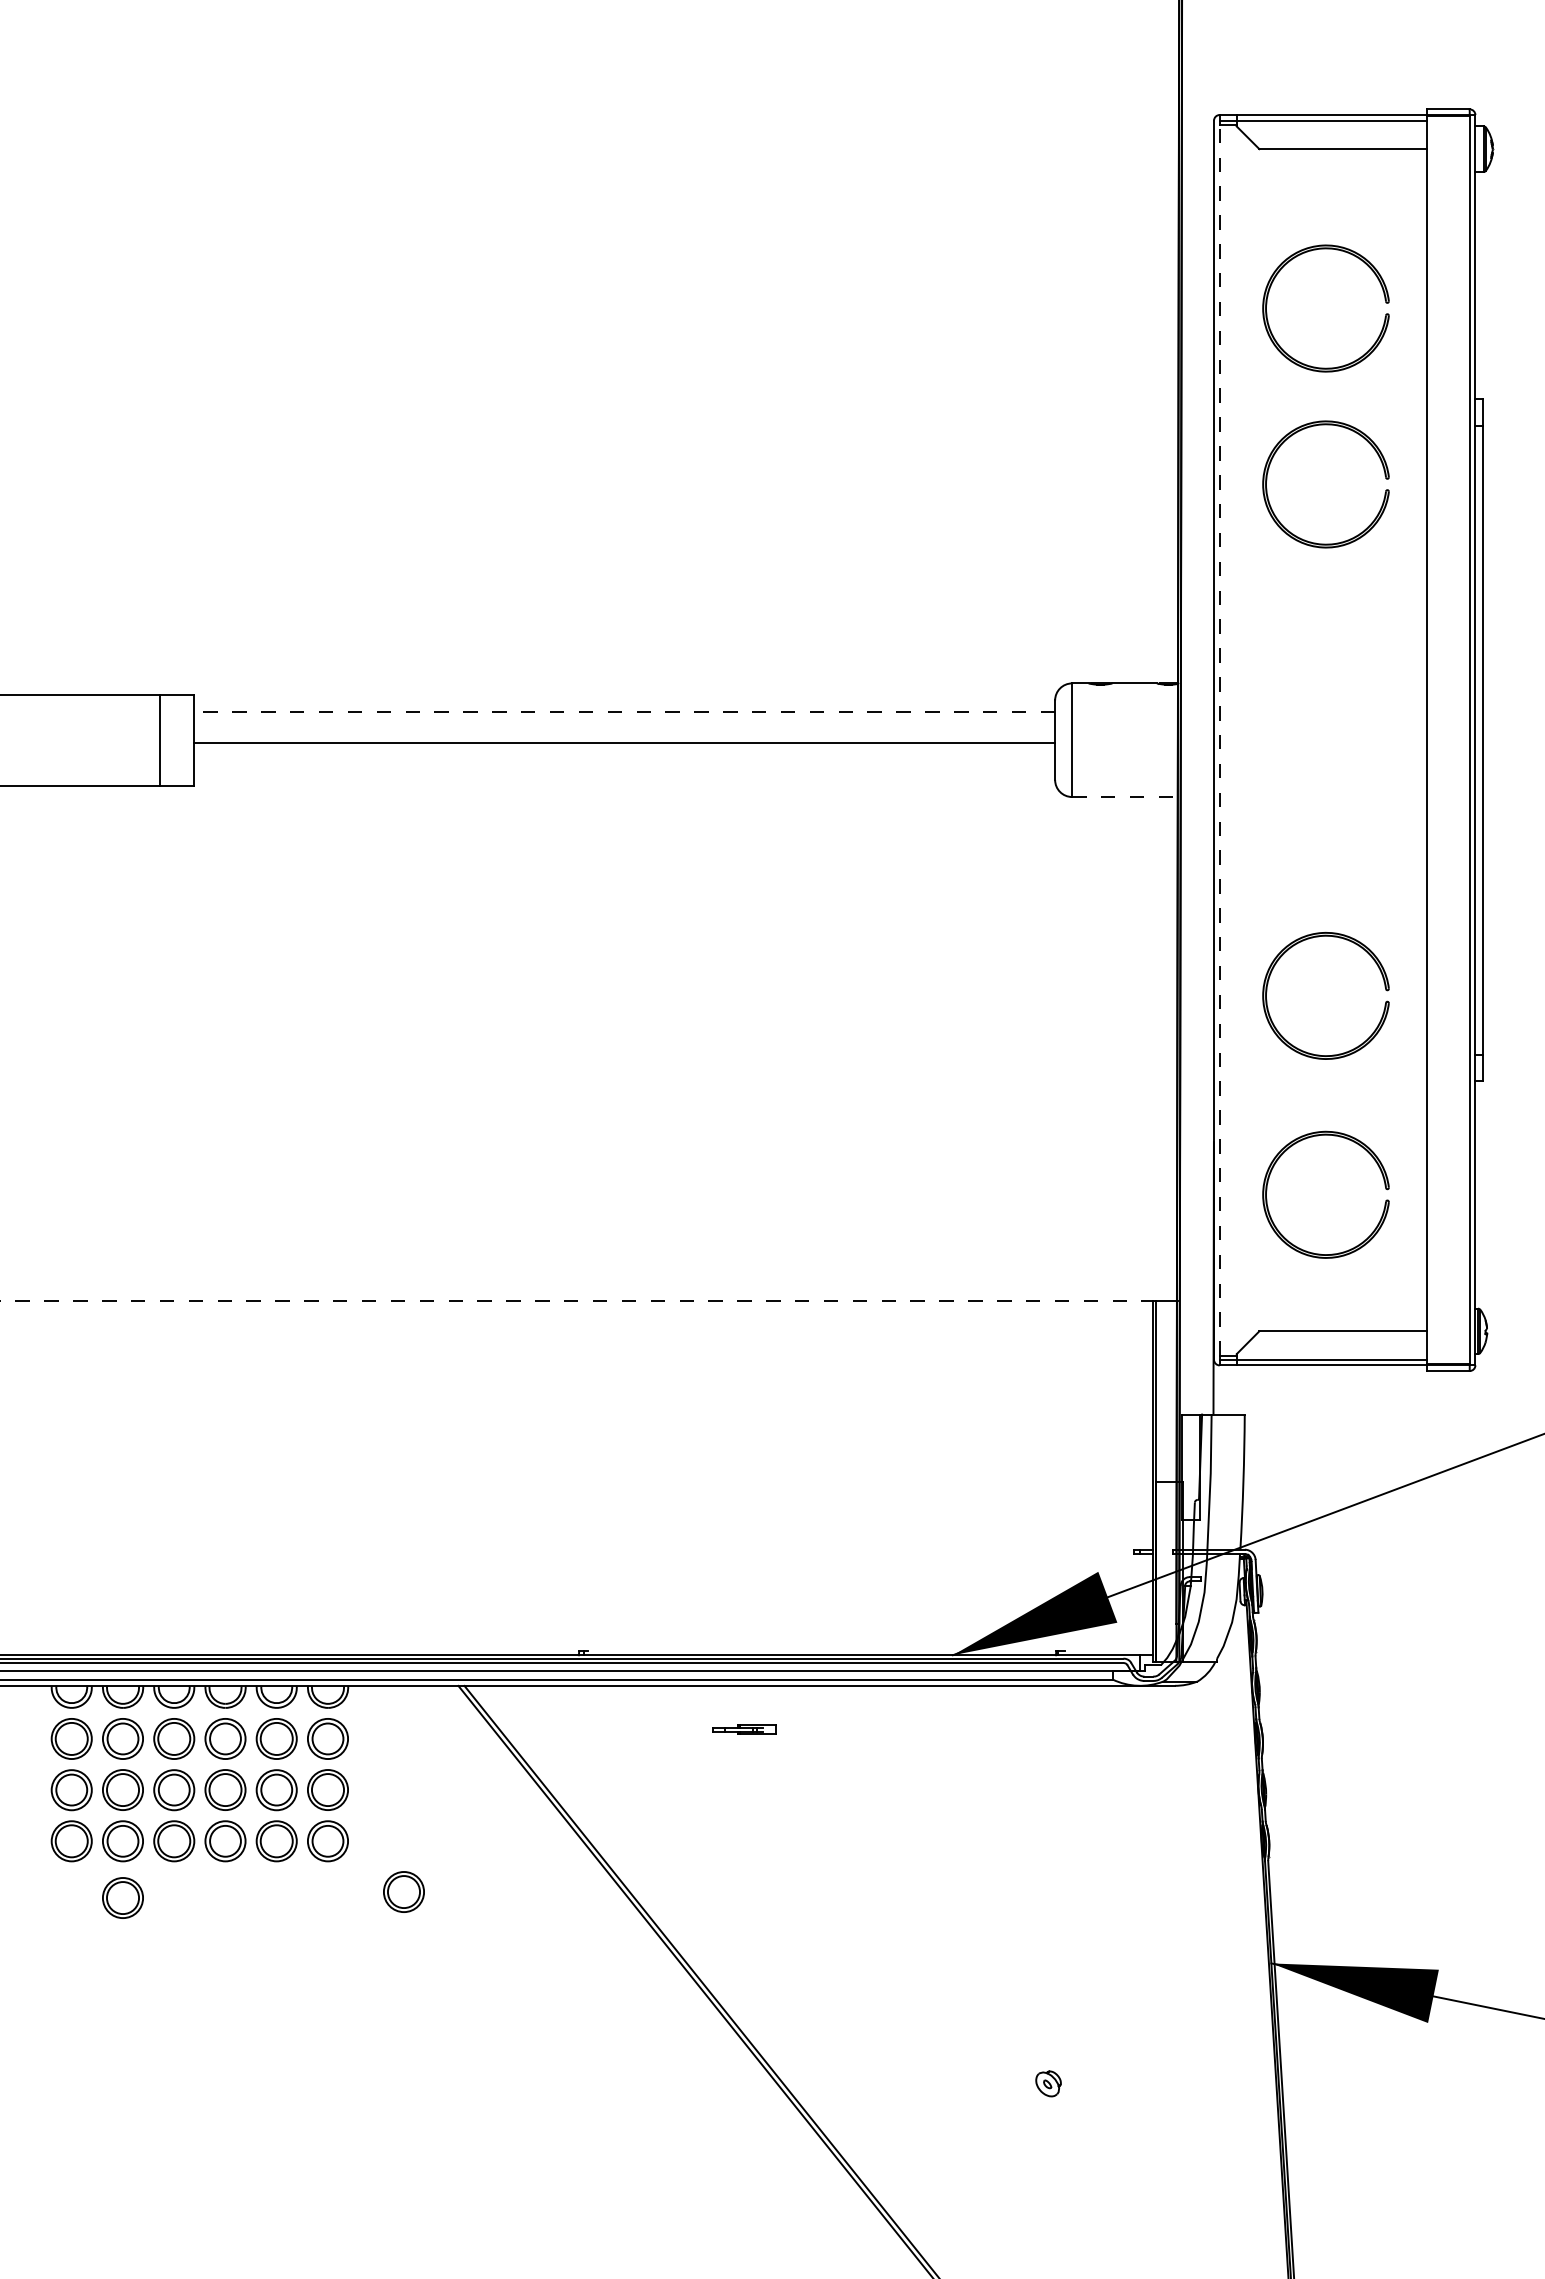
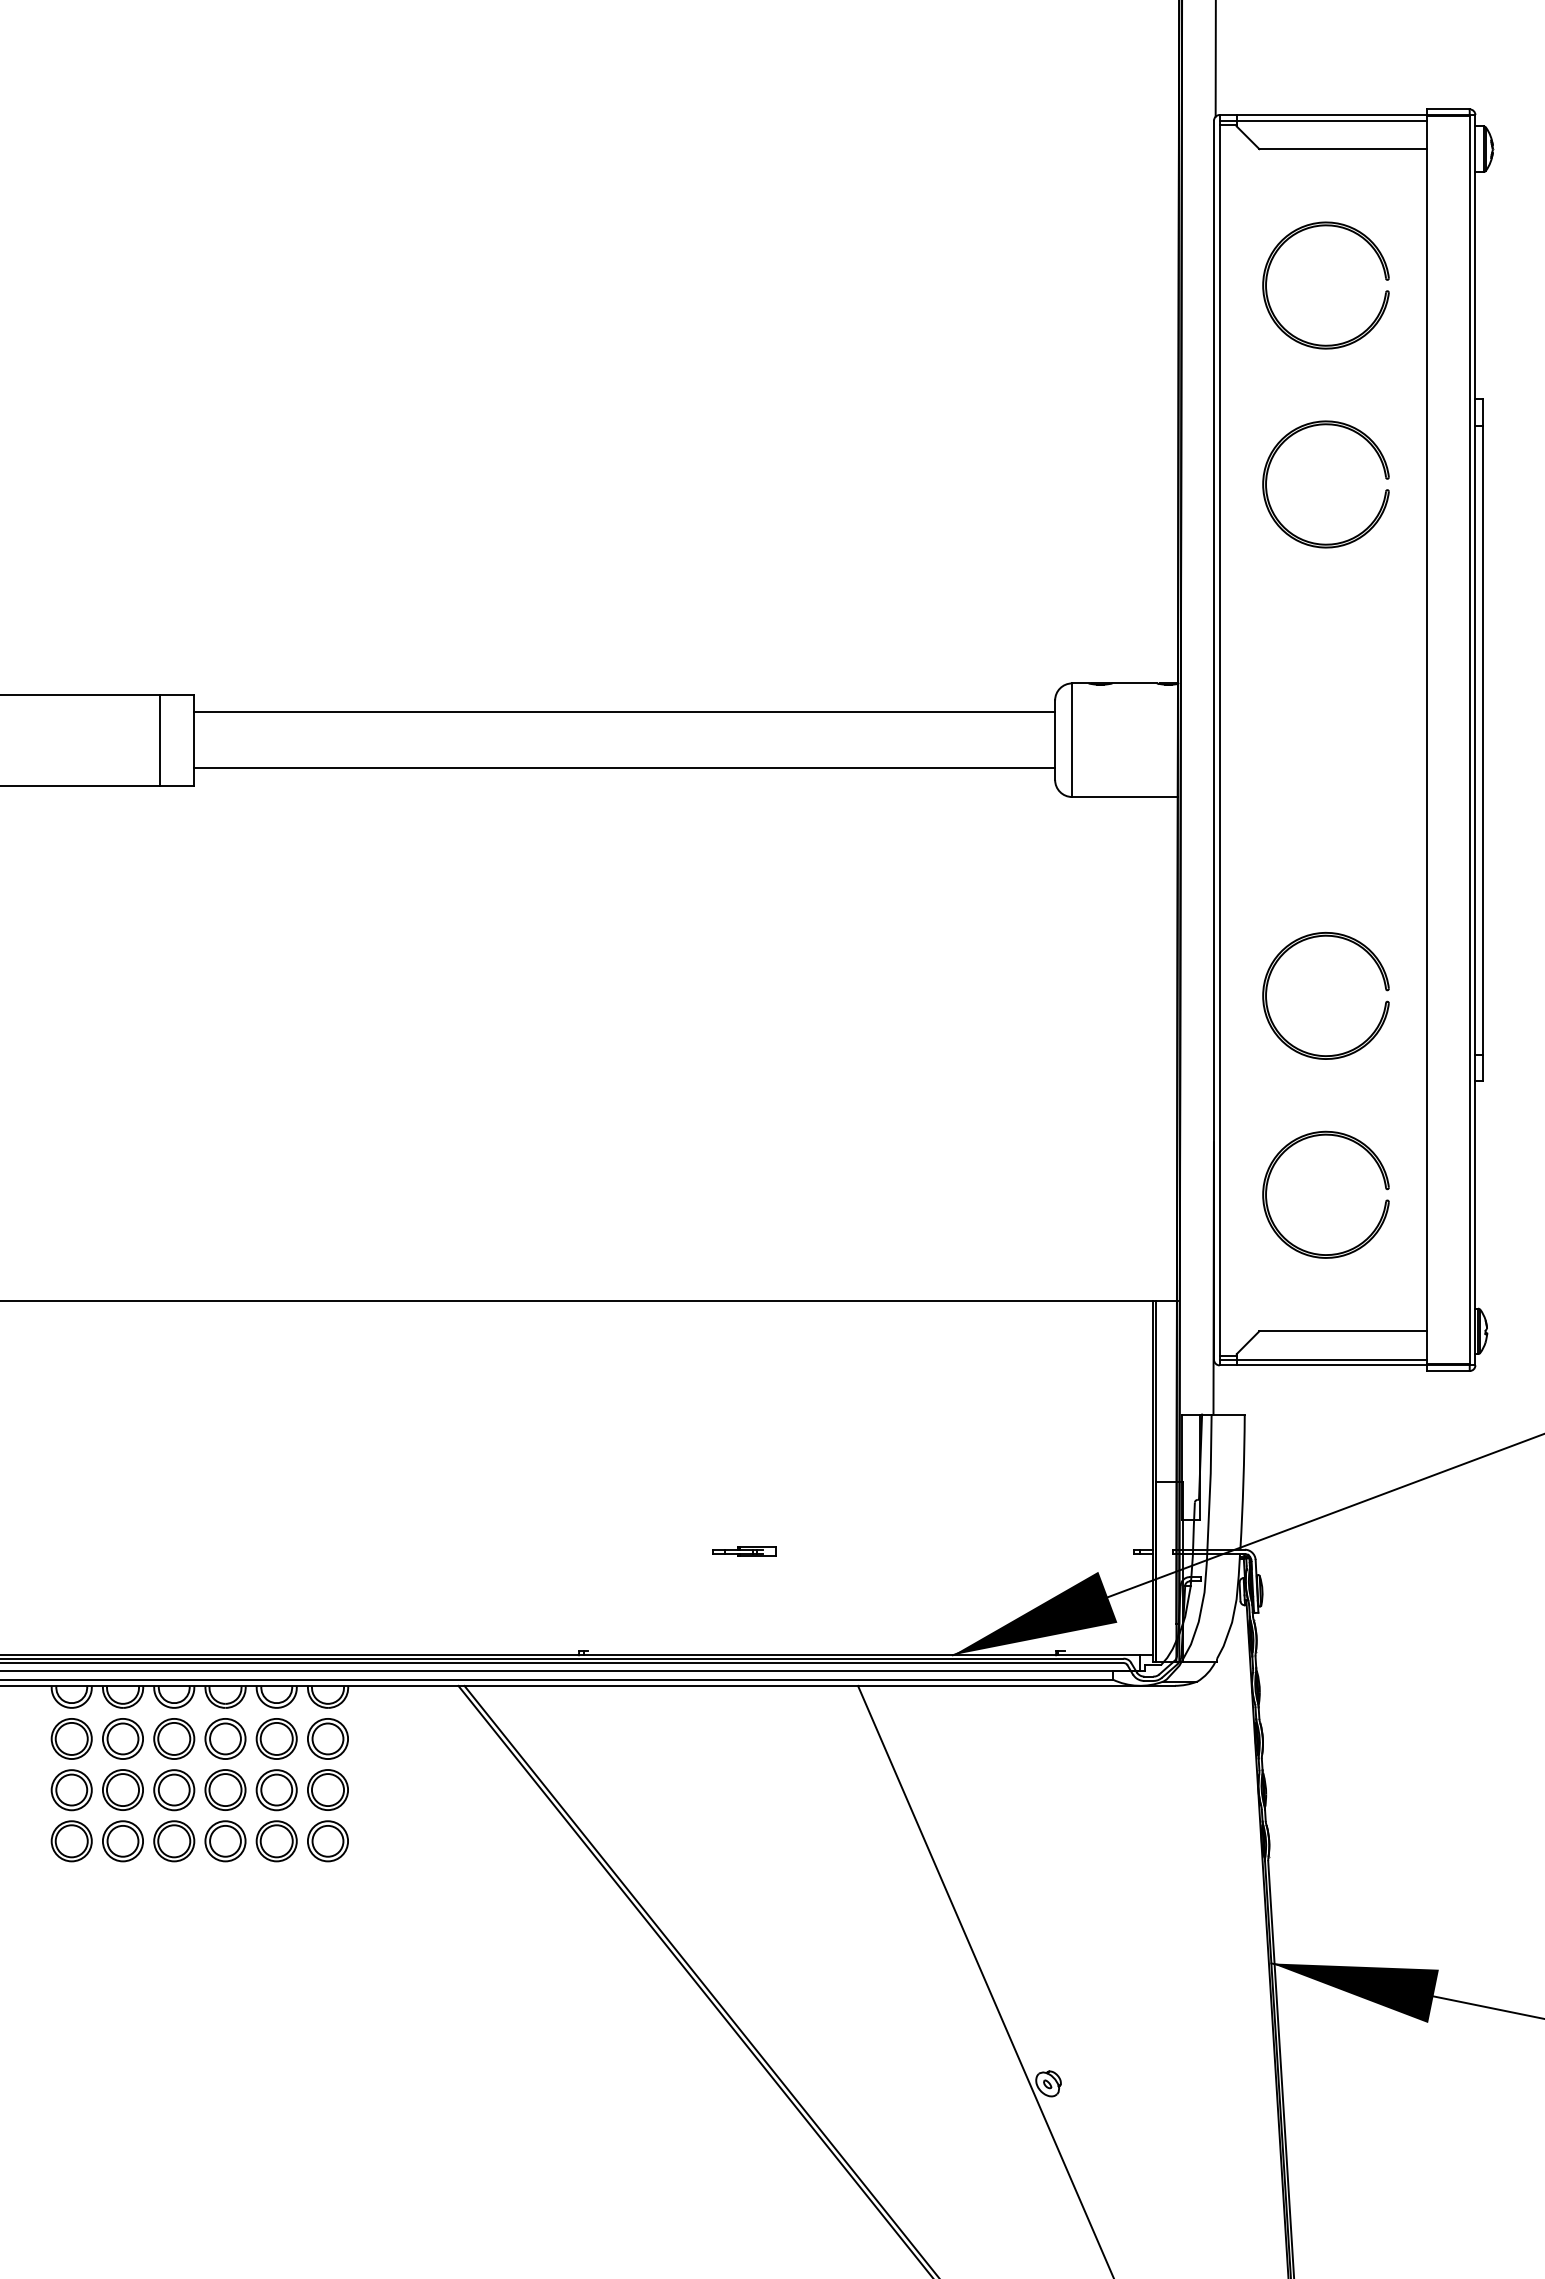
line at (1215, 59): none -> present
part at (1267, 304) position: (1267, 304) -> (1267, 281)
line at (624, 712): dashed -> solid
line at (1219, 739): dashed -> solid
line at (624, 743) position: (624, 743) -> (624, 768)
line at (1124, 797): dashed -> solid
line at (576, 1301): dashed -> solid
part at (744, 1729) position: (744, 1729) -> (744, 1551)
part at (403, 1891): present -> none
part at (122, 1897): present -> none
line at (985, 1980): none -> present
